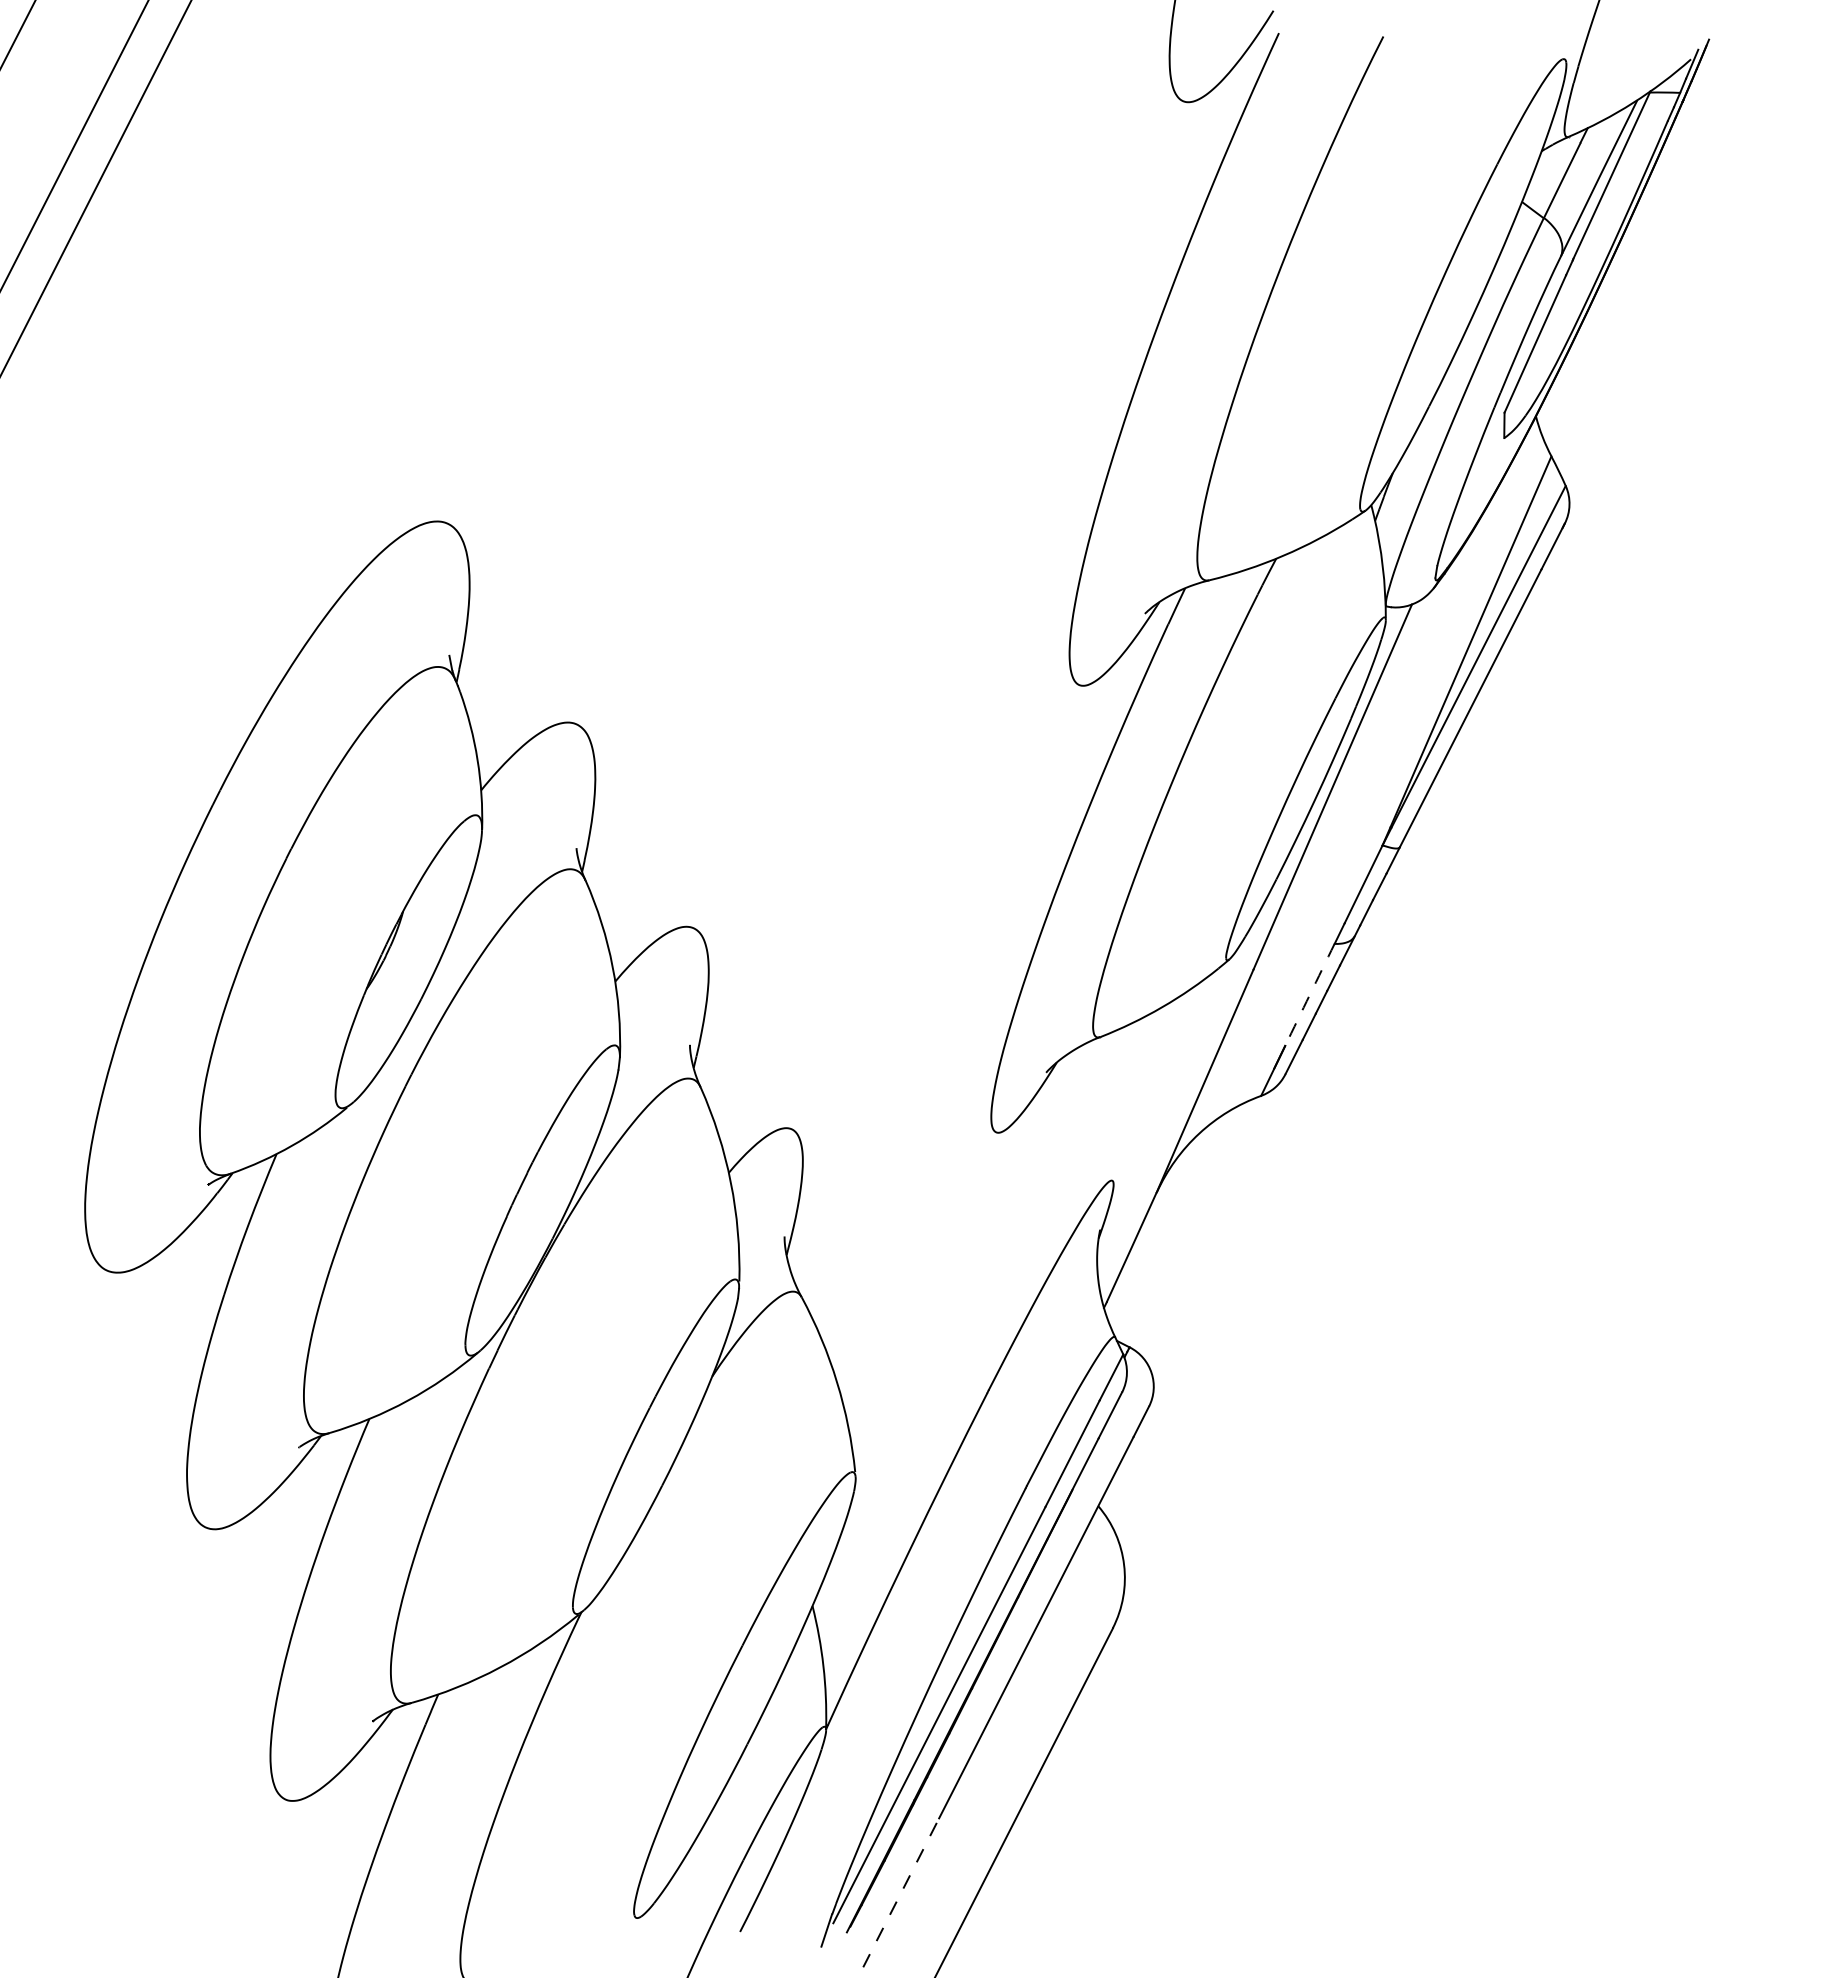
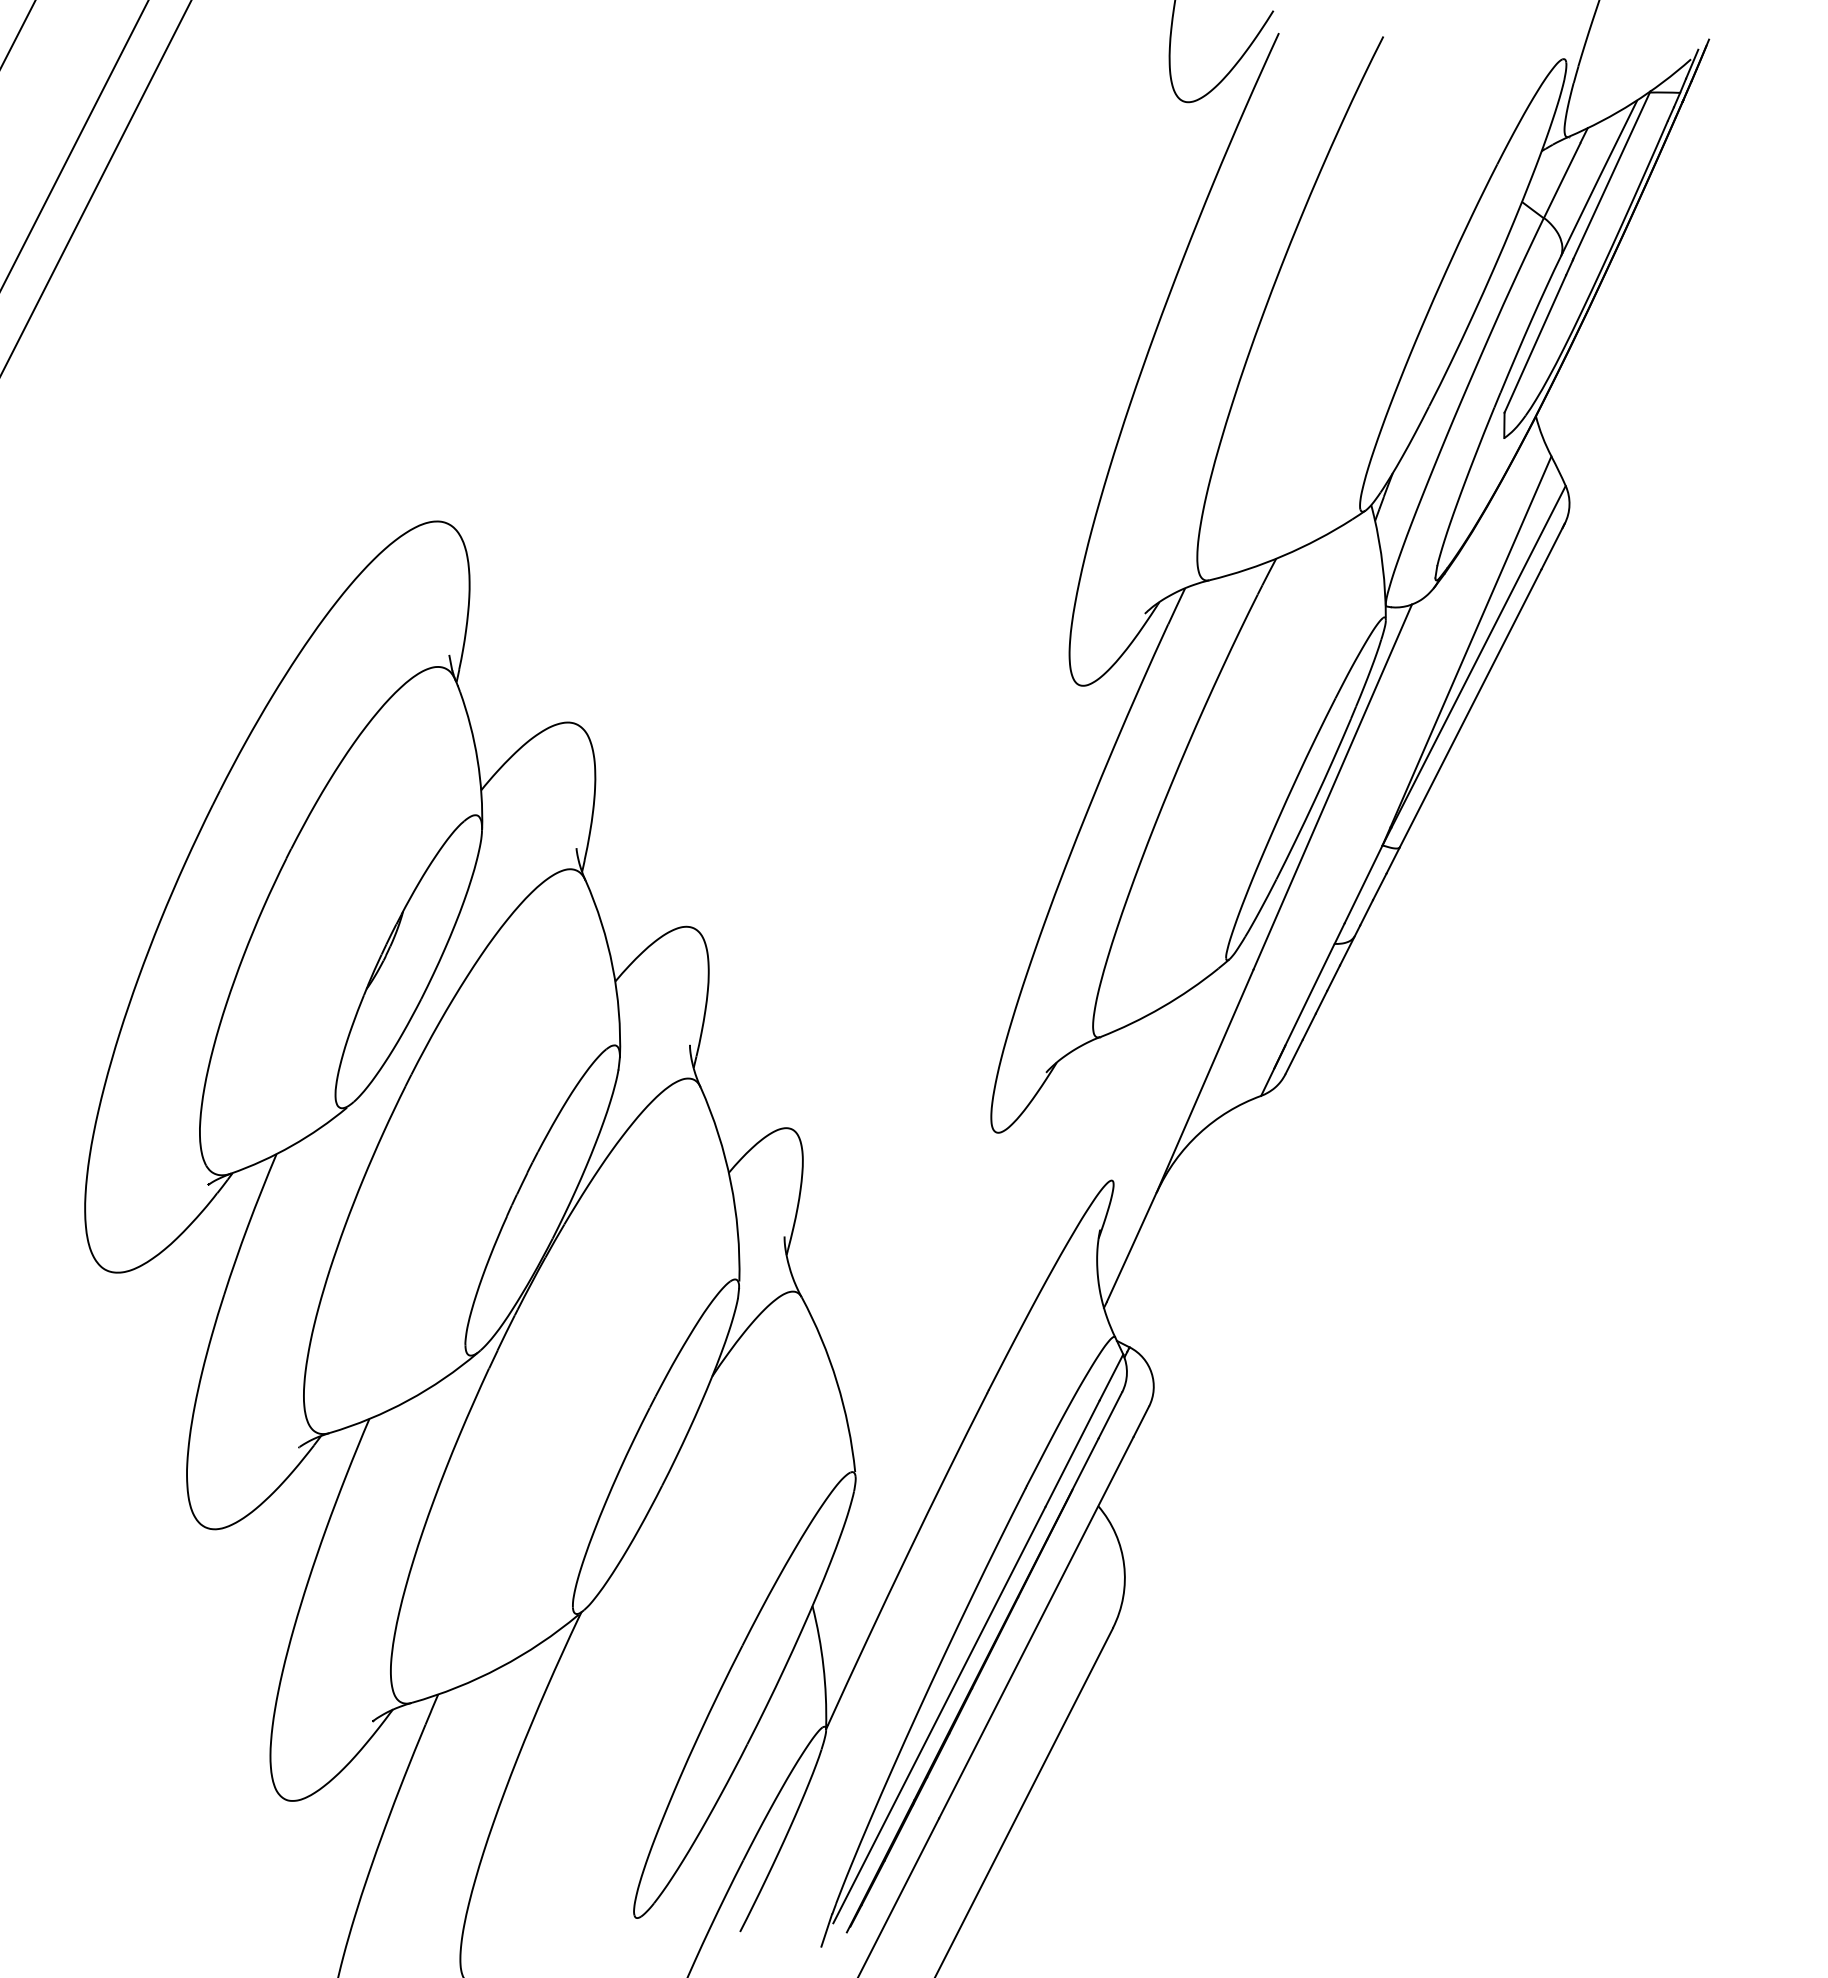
arc at (1309, 994): dashed -> solid
line at (898, 1897): dashed -> solid
